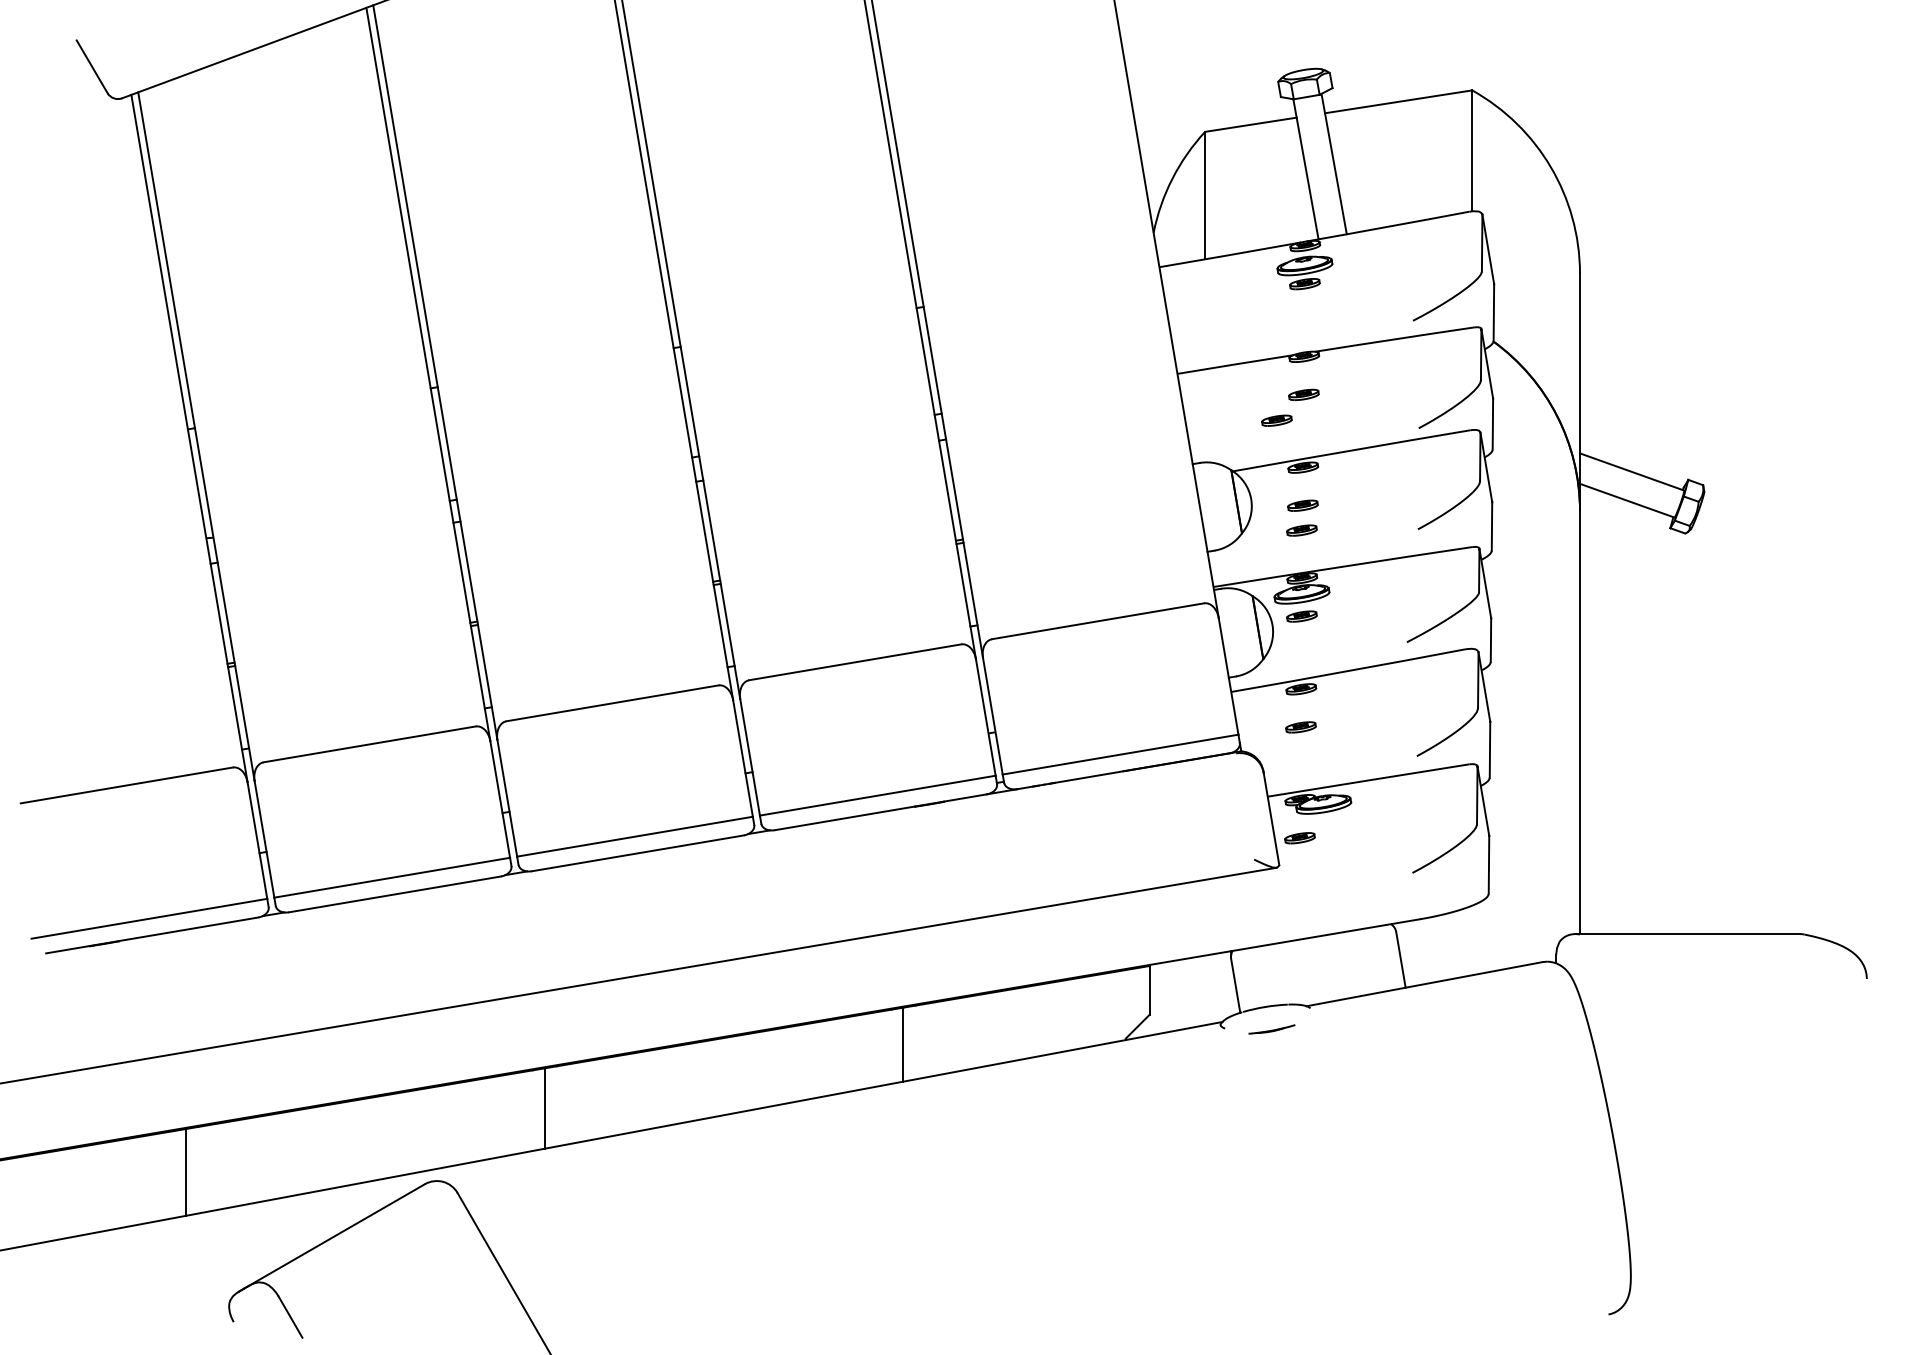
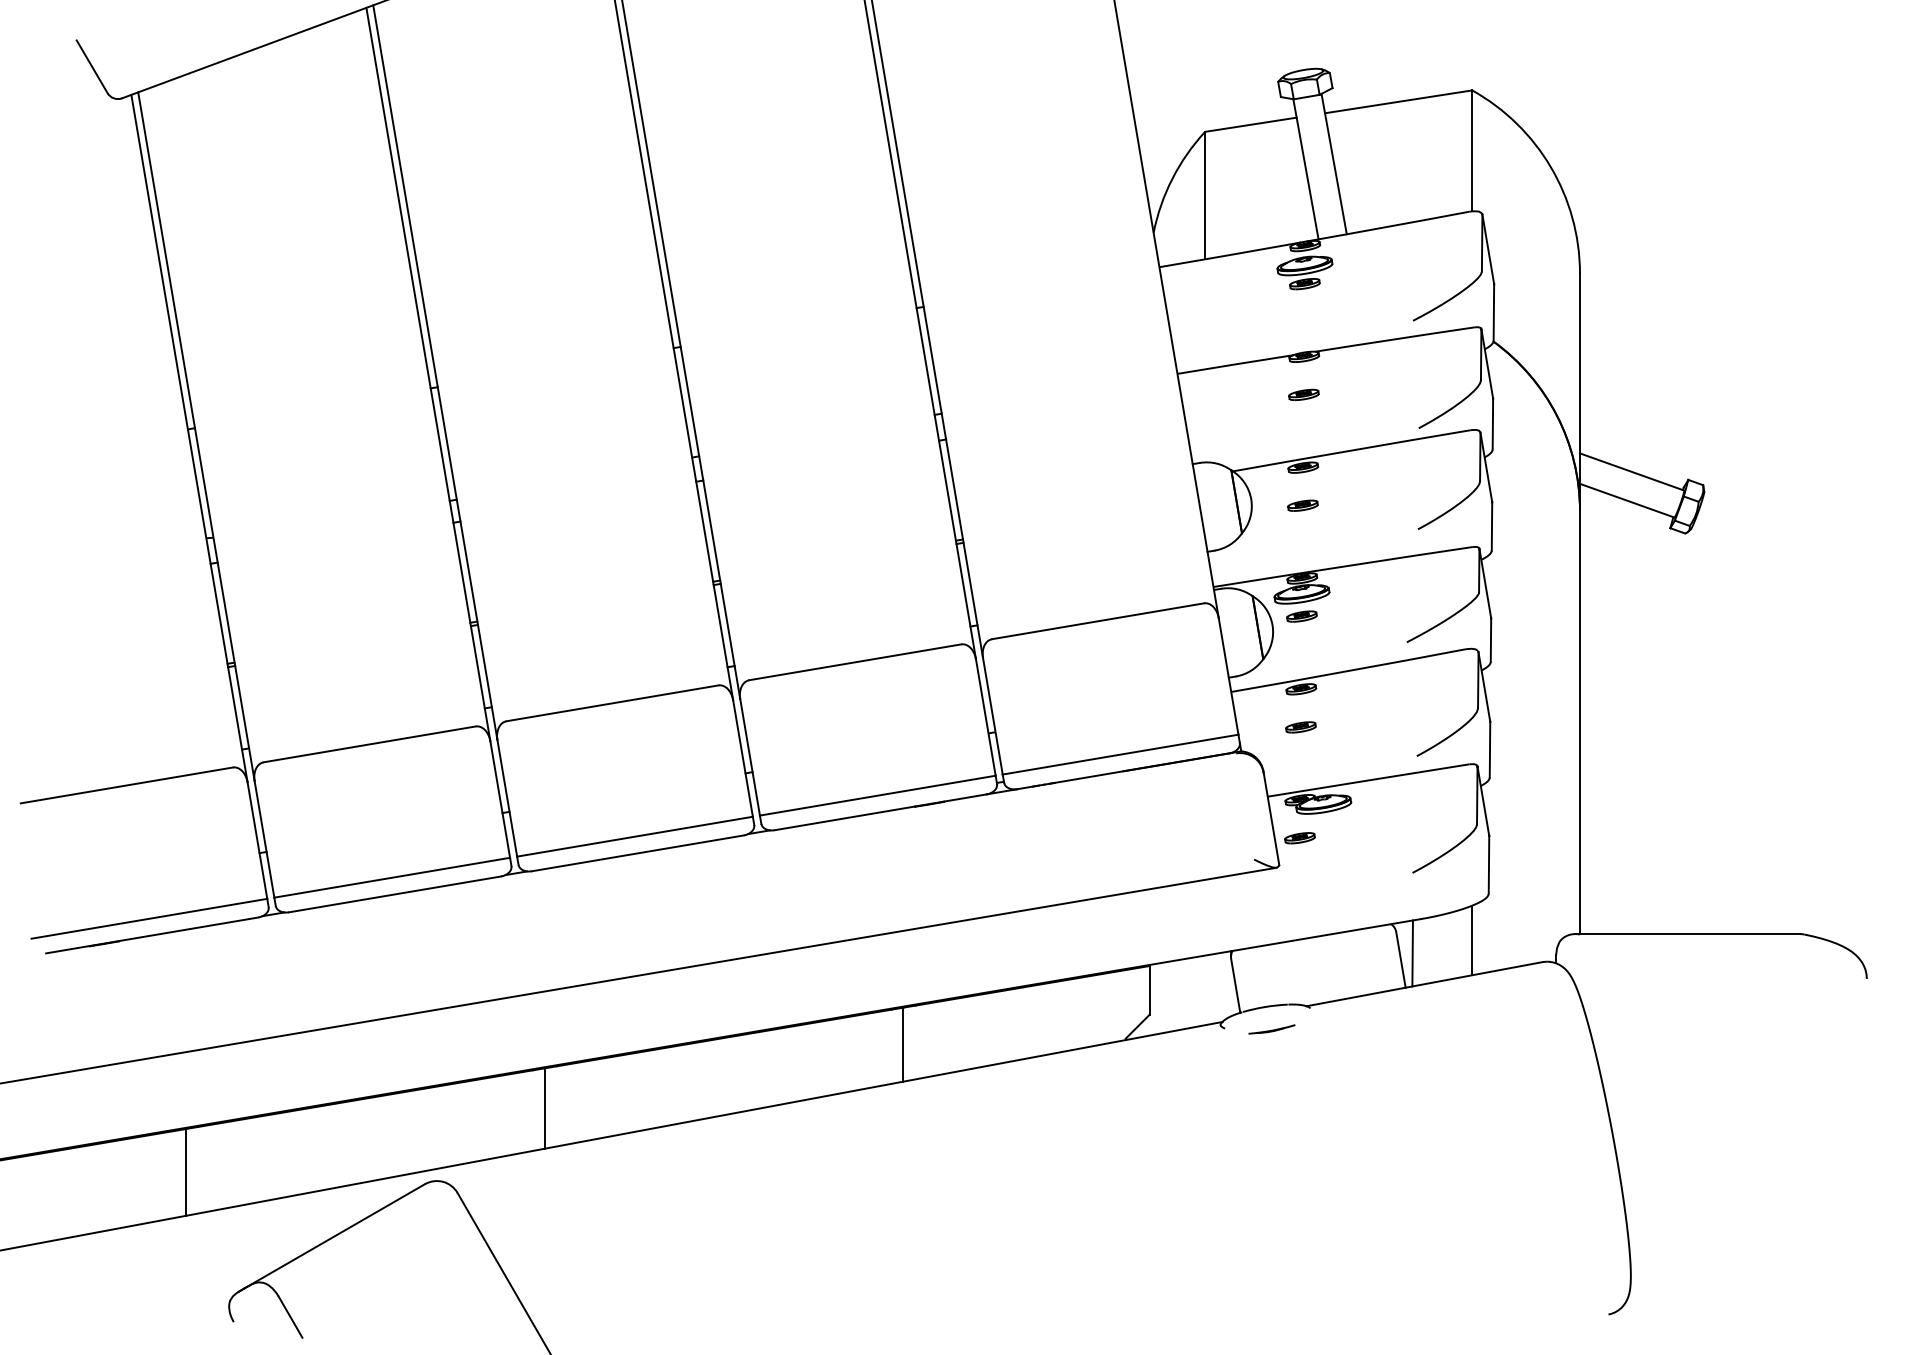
part at (1276, 420): present -> none
part at (1301, 530): present -> none
line at (1472, 940): none -> present
line at (1412, 953): none -> present
